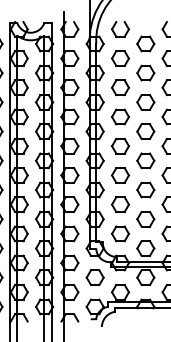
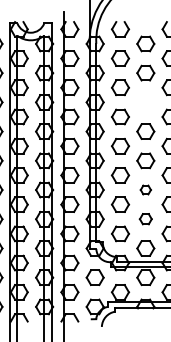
part at (145, 102): present -> none
part at (145, 189) size: 20x18 px -> 13x12 px
part at (145, 218) size: 20x18 px -> 15x13 px
